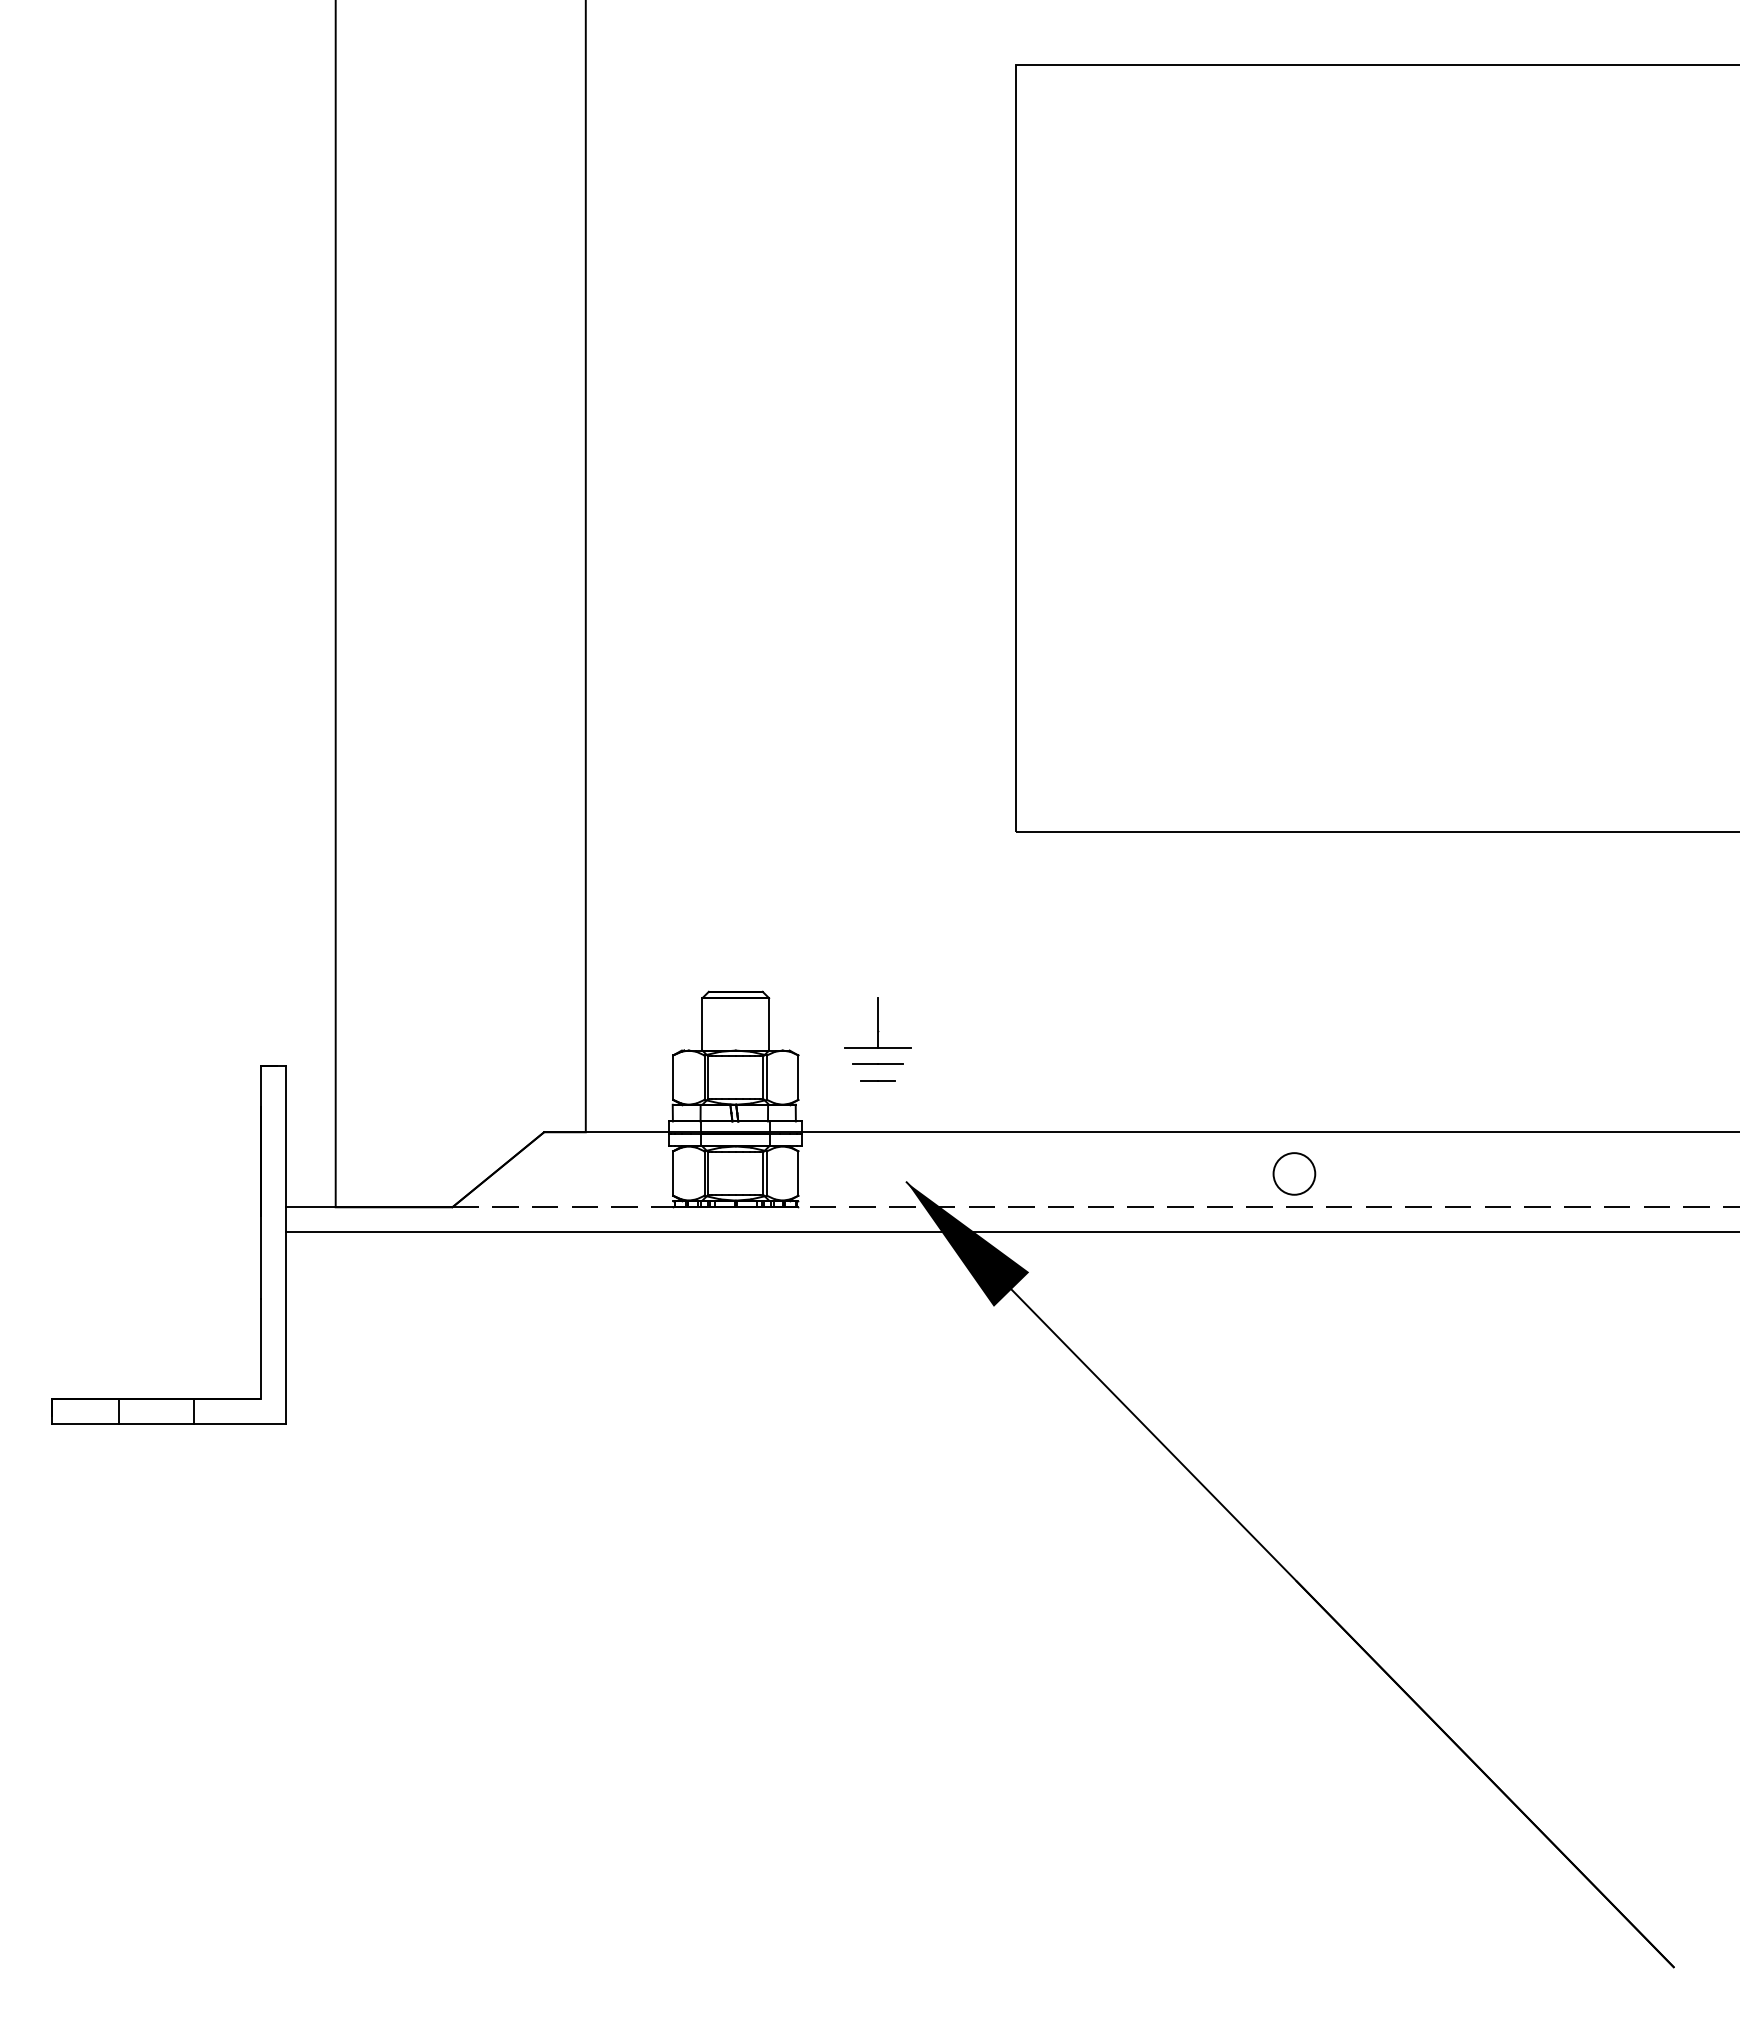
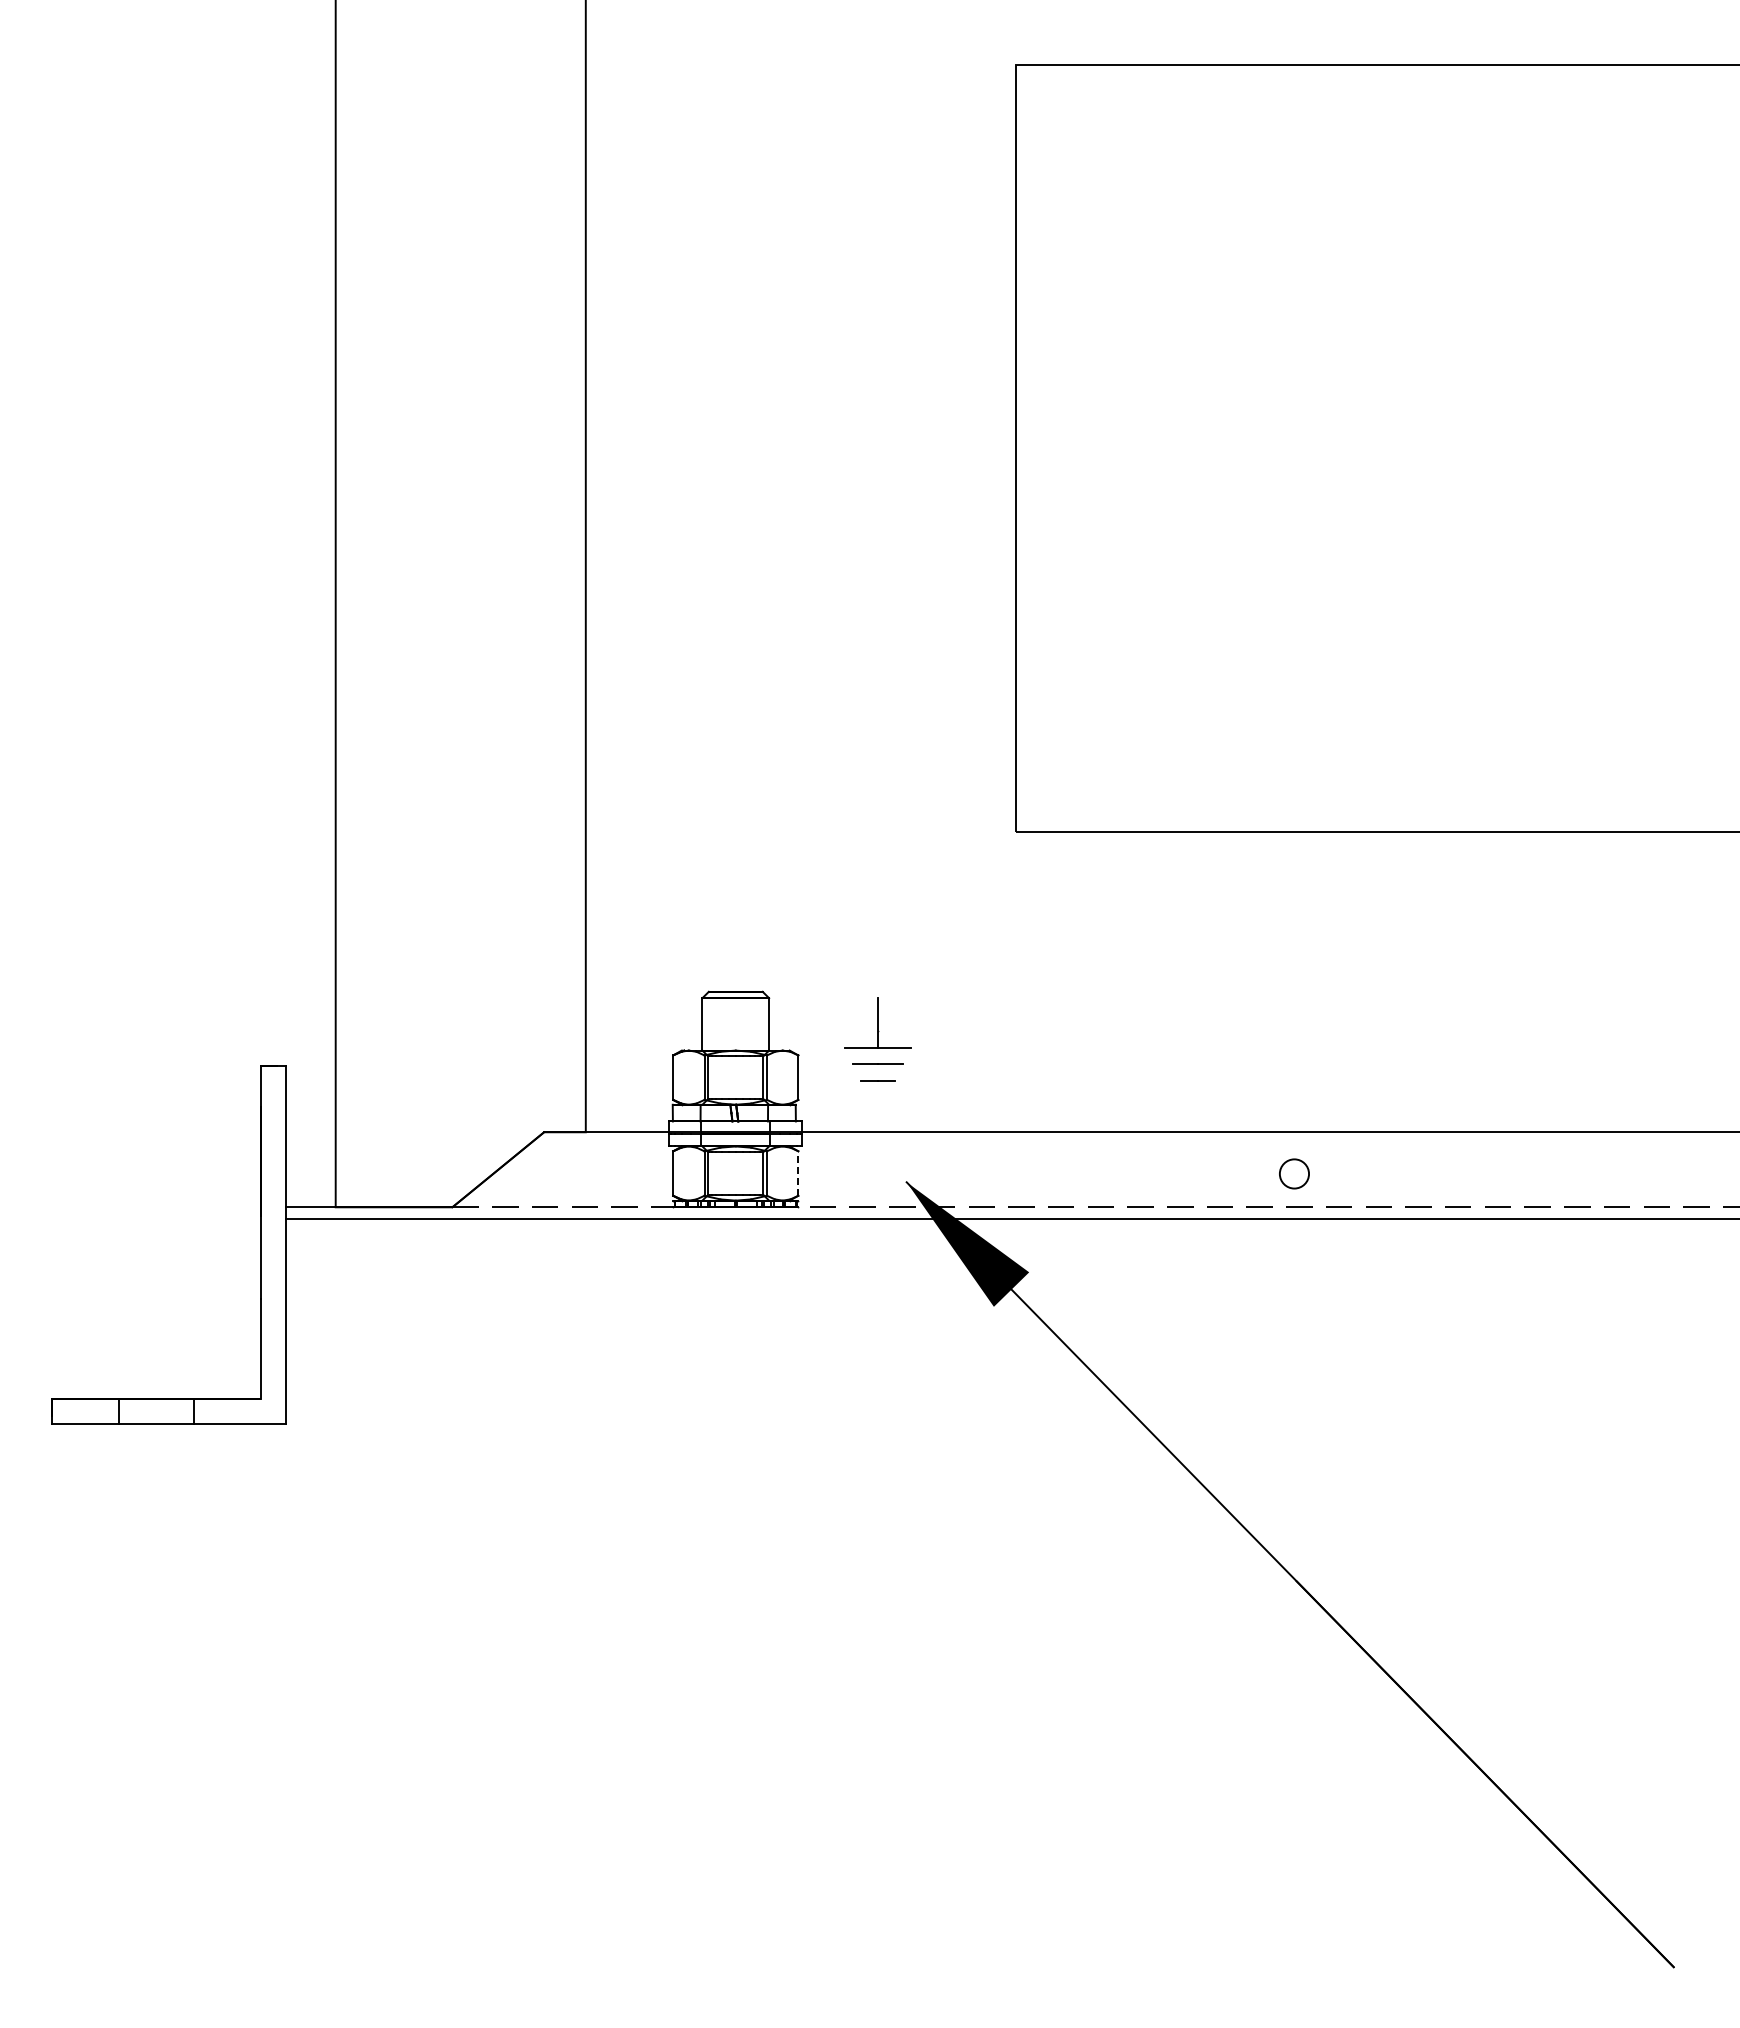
line at (798, 1173): solid -> dashed
circle at (1294, 1173) size: 45x44 px -> 31x32 px
line at (1010, 1232) position: (1010, 1232) -> (1010, 1219)
